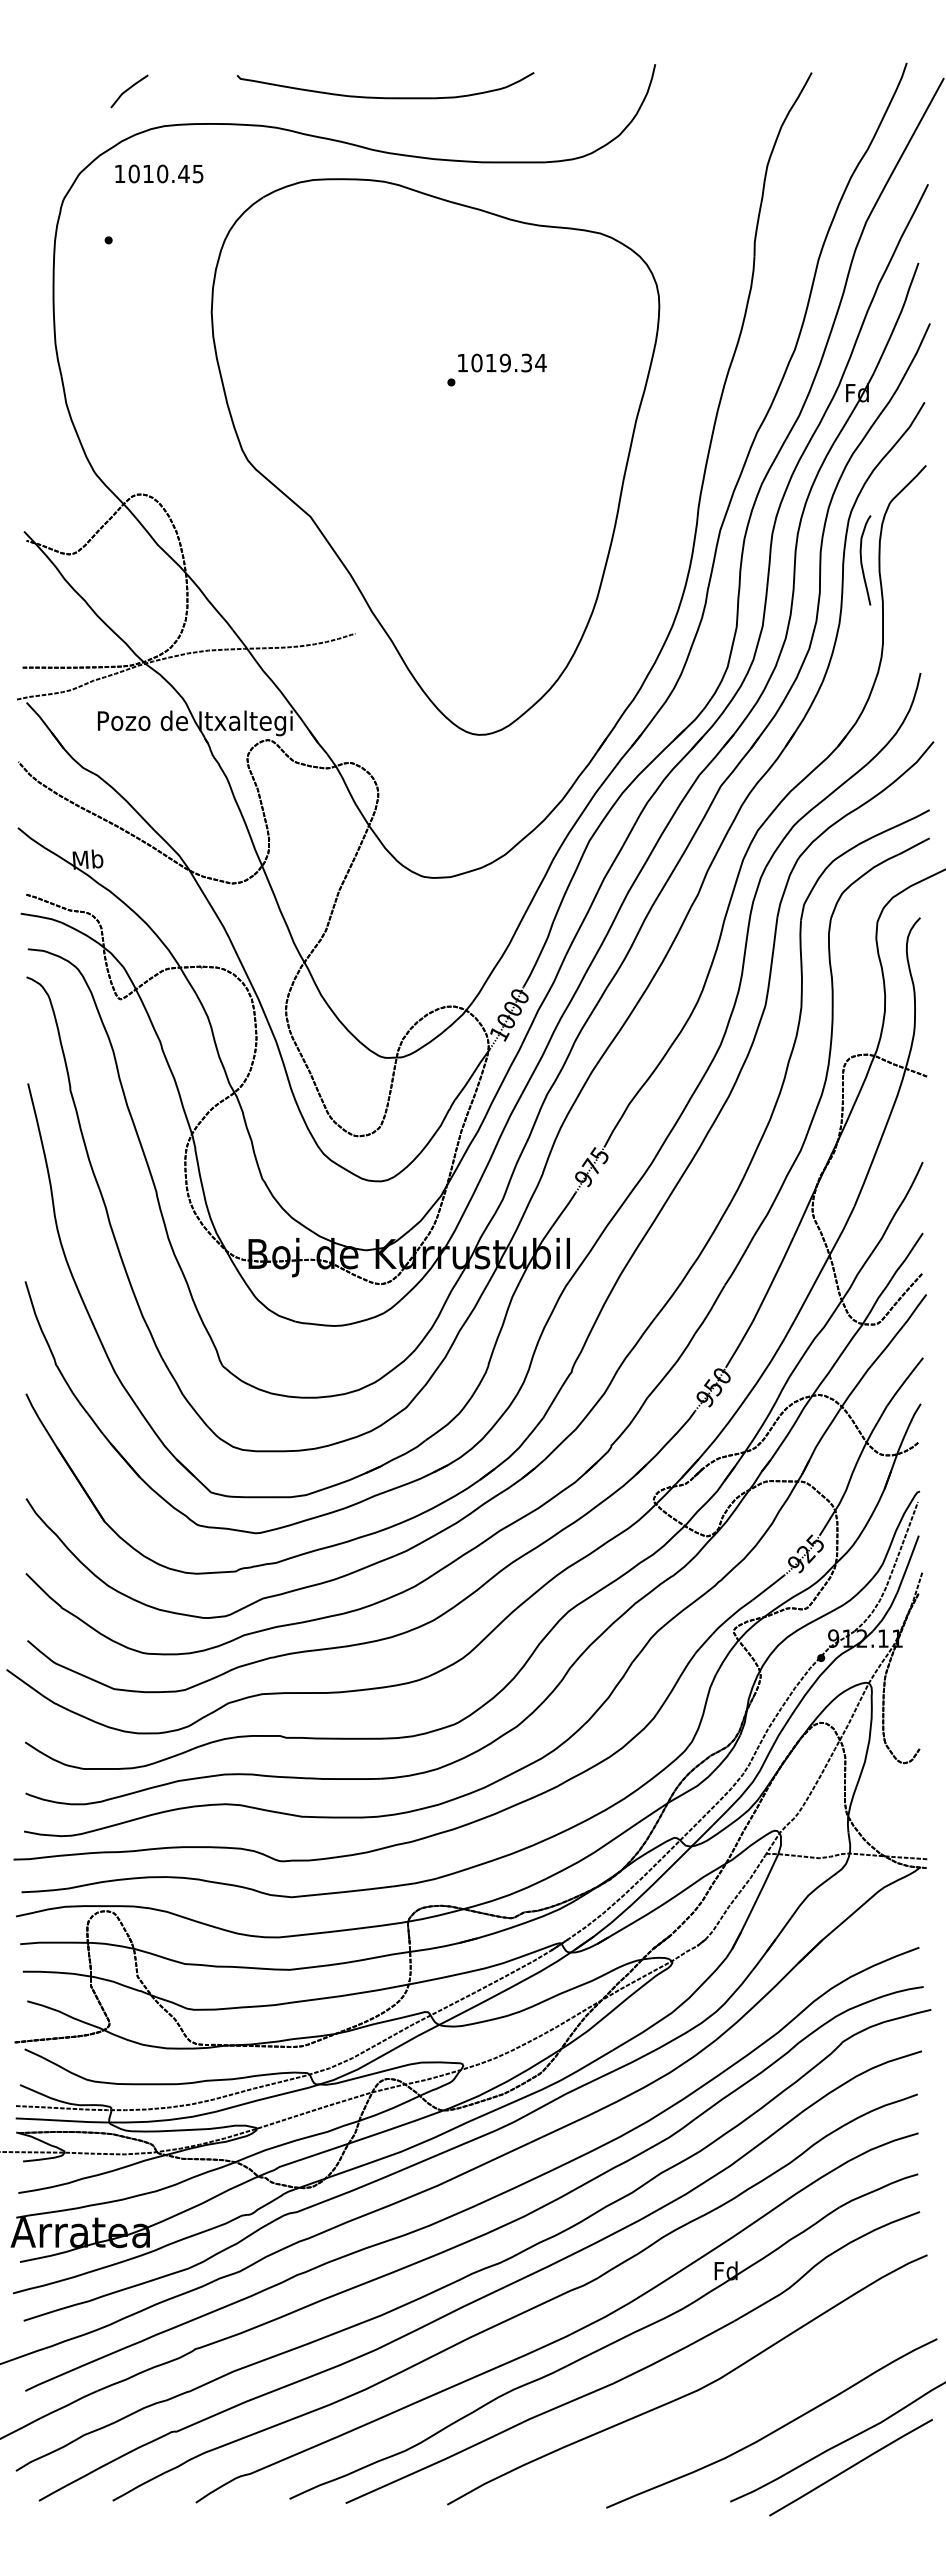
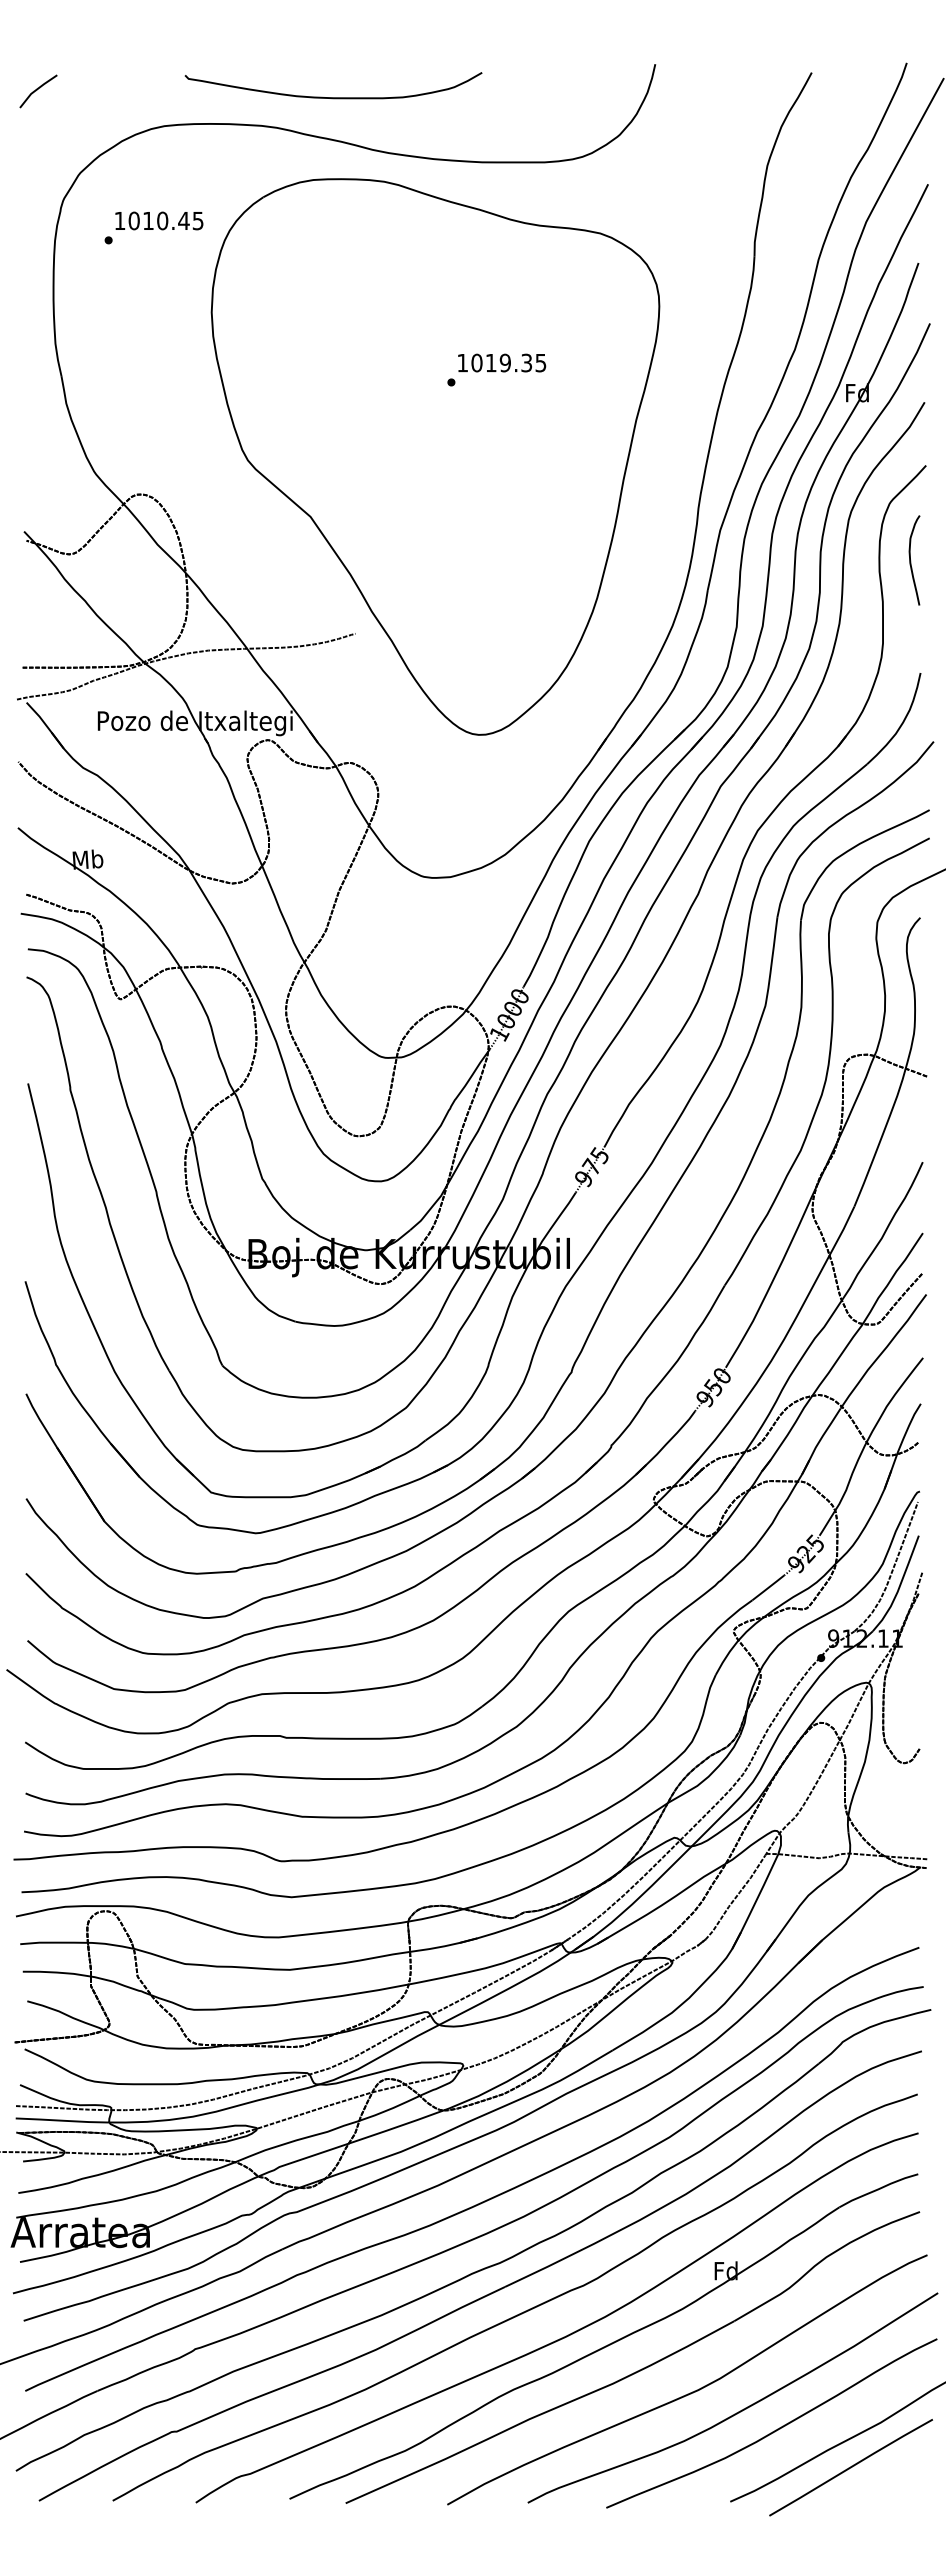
line at (128, 90) position: (128, 90) -> (37, 90)
curve at (385, 97) position: (385, 97) -> (333, 97)
text at (159, 173) position: (159, 173) -> (159, 220)
text at (540, 363): 1019.34 -> 1019.35
curve at (862, 560) position: (862, 560) -> (911, 560)
curve at (741, 2409): none -> present
